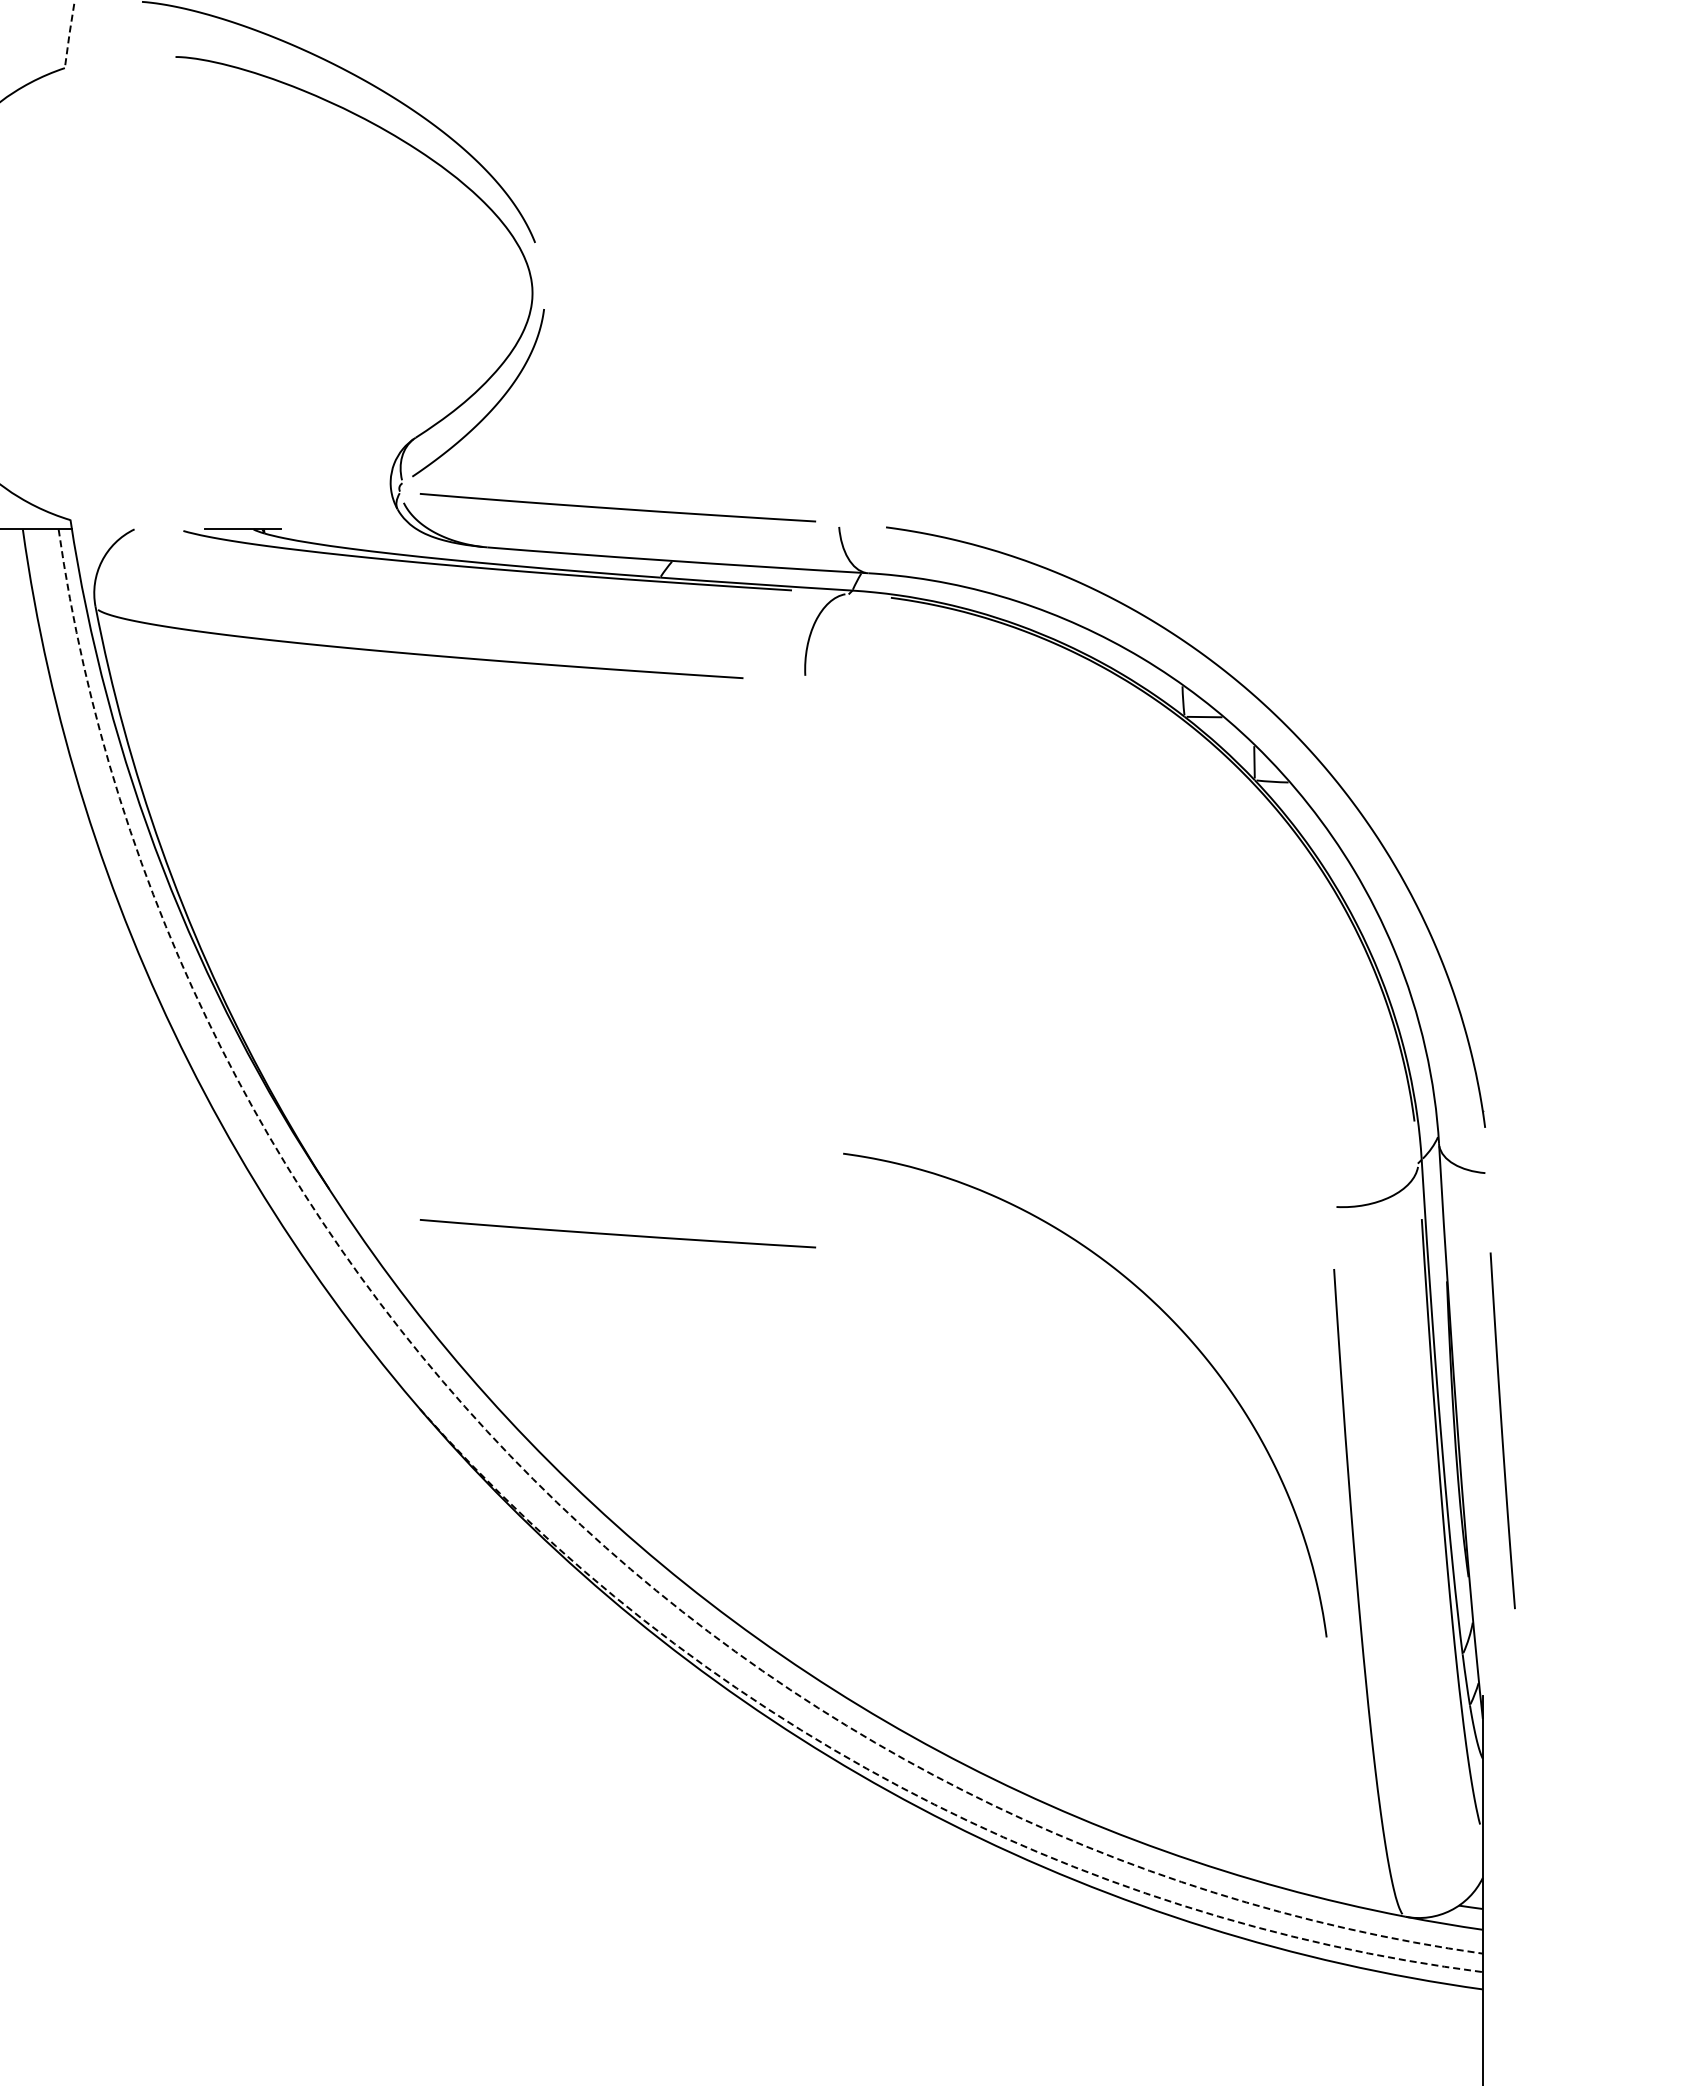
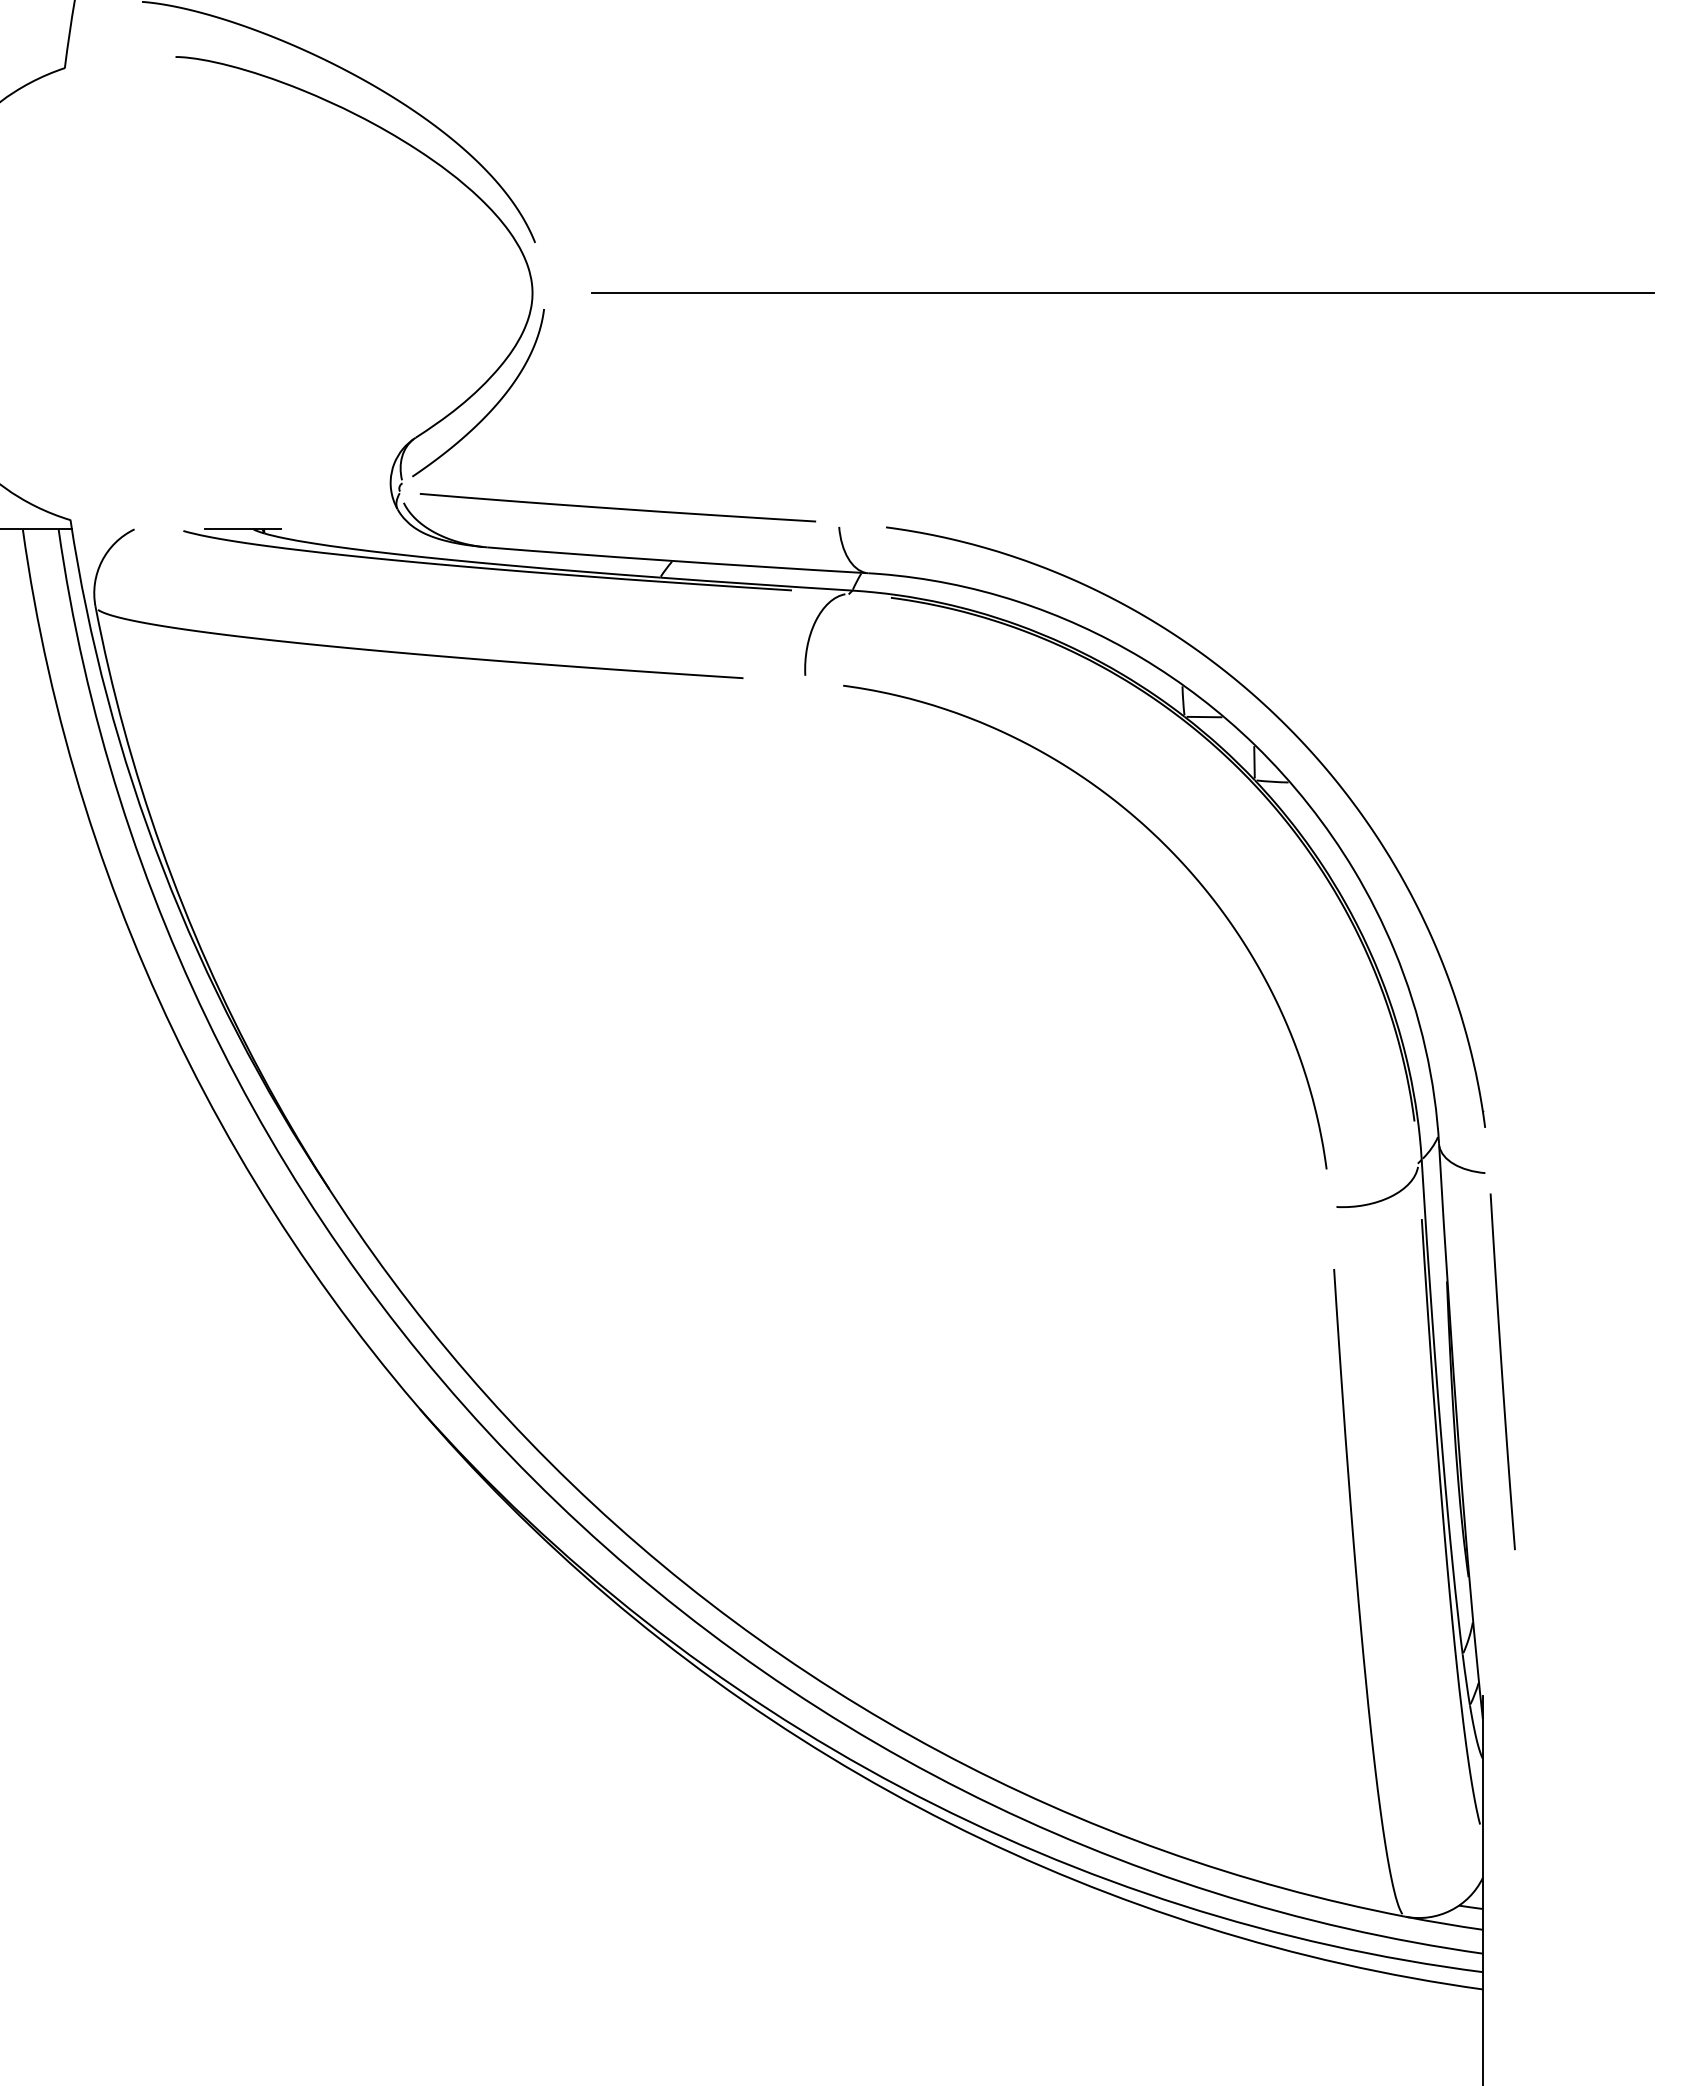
arc at (69, 34): dashed -> solid
line at (1122, 293): none -> present
curve at (617, 1233): present -> none
curve at (1165, 1314) position: (1165, 1314) -> (1165, 846)
line at (1502, 1430) position: (1502, 1430) -> (1502, 1371)
arc at (533, 1479): dashed -> solid
arc at (900, 1787): dashed -> solid
